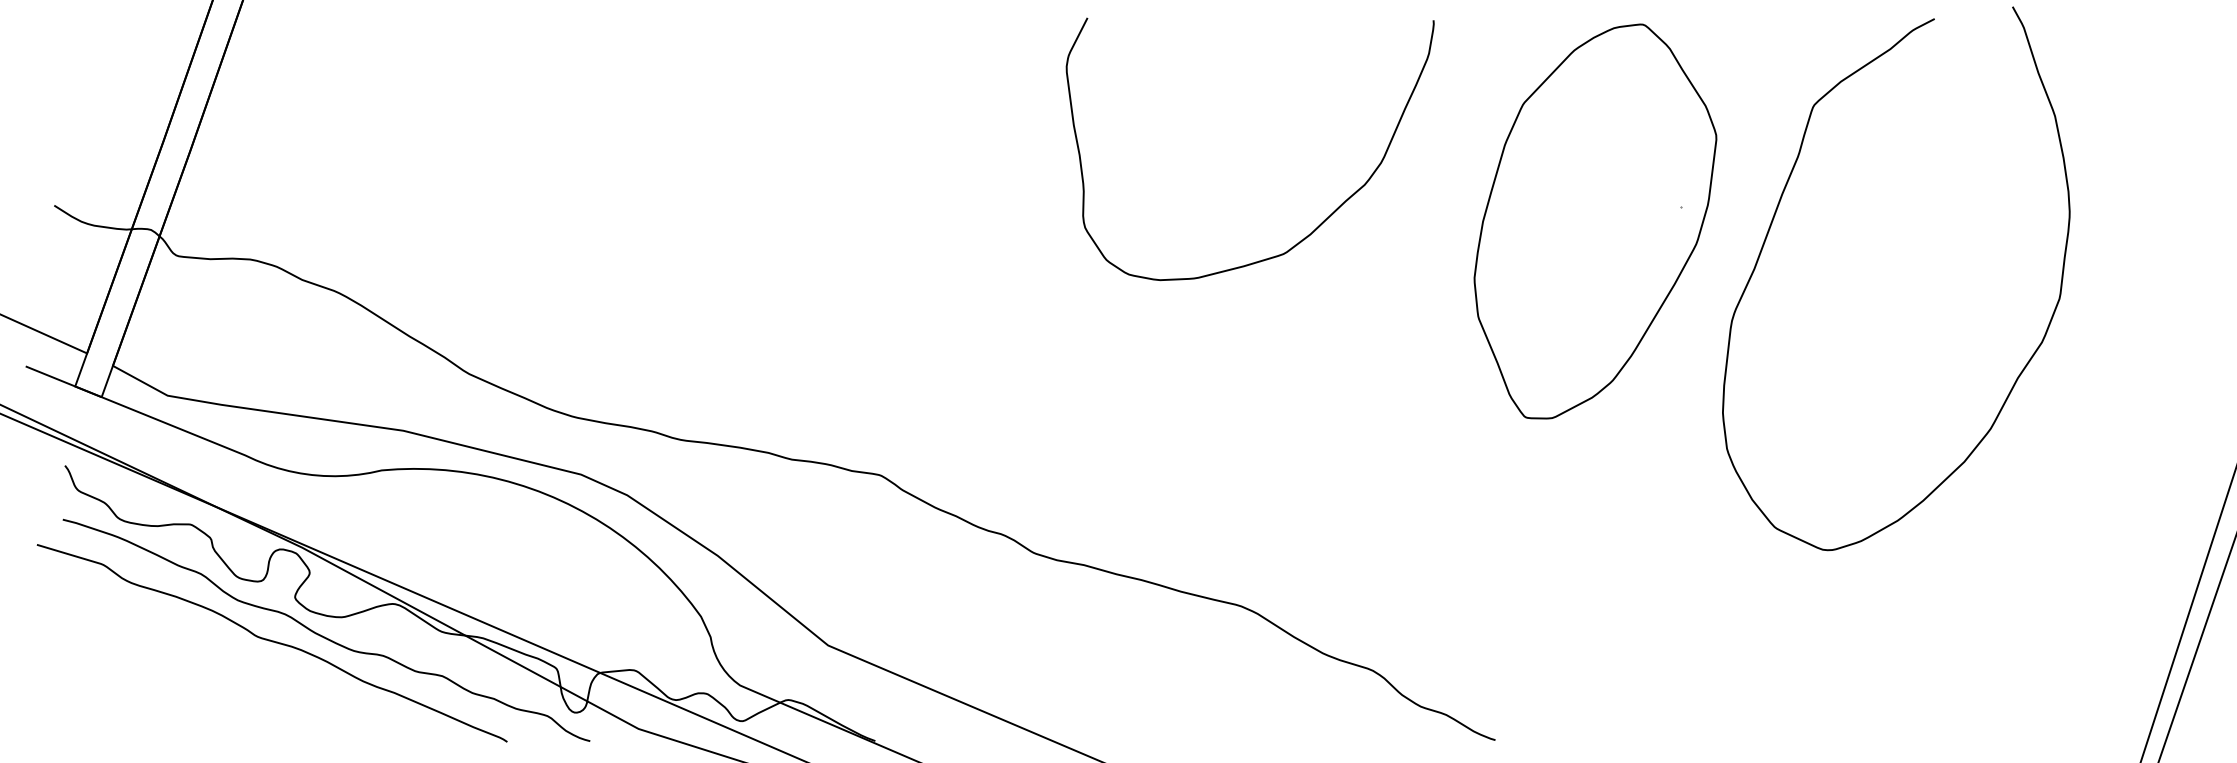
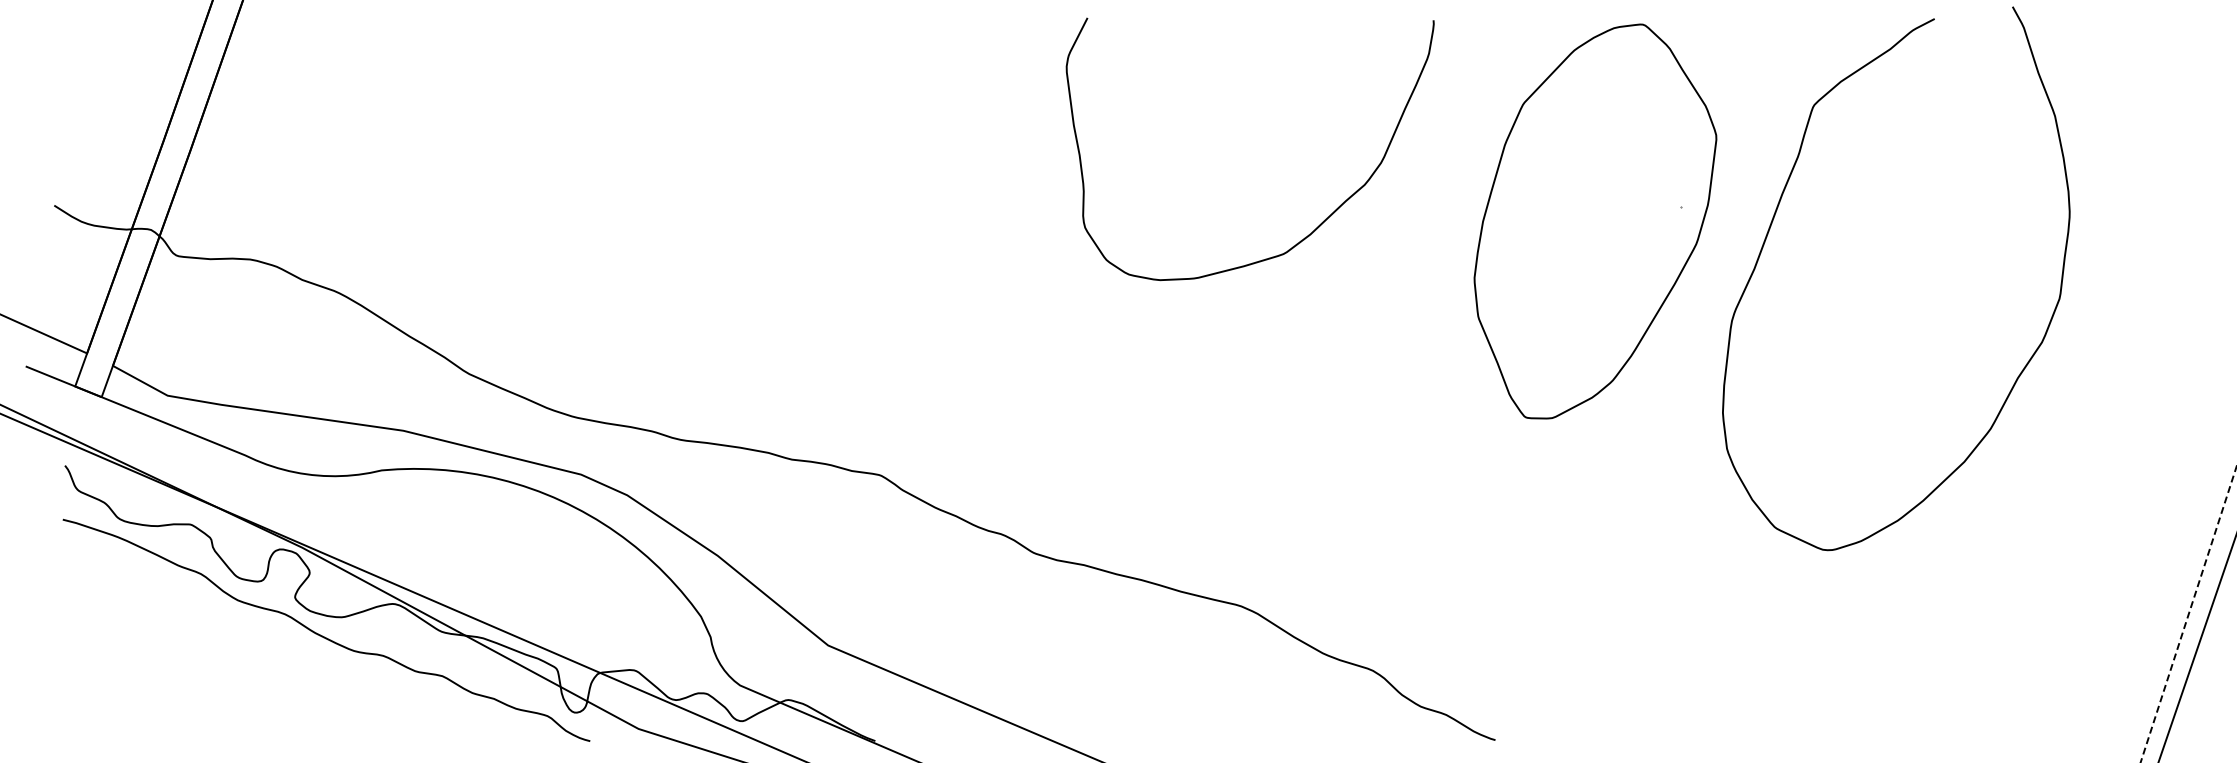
line at (2188, 614): solid -> dashed
curve at (272, 642): present -> none
